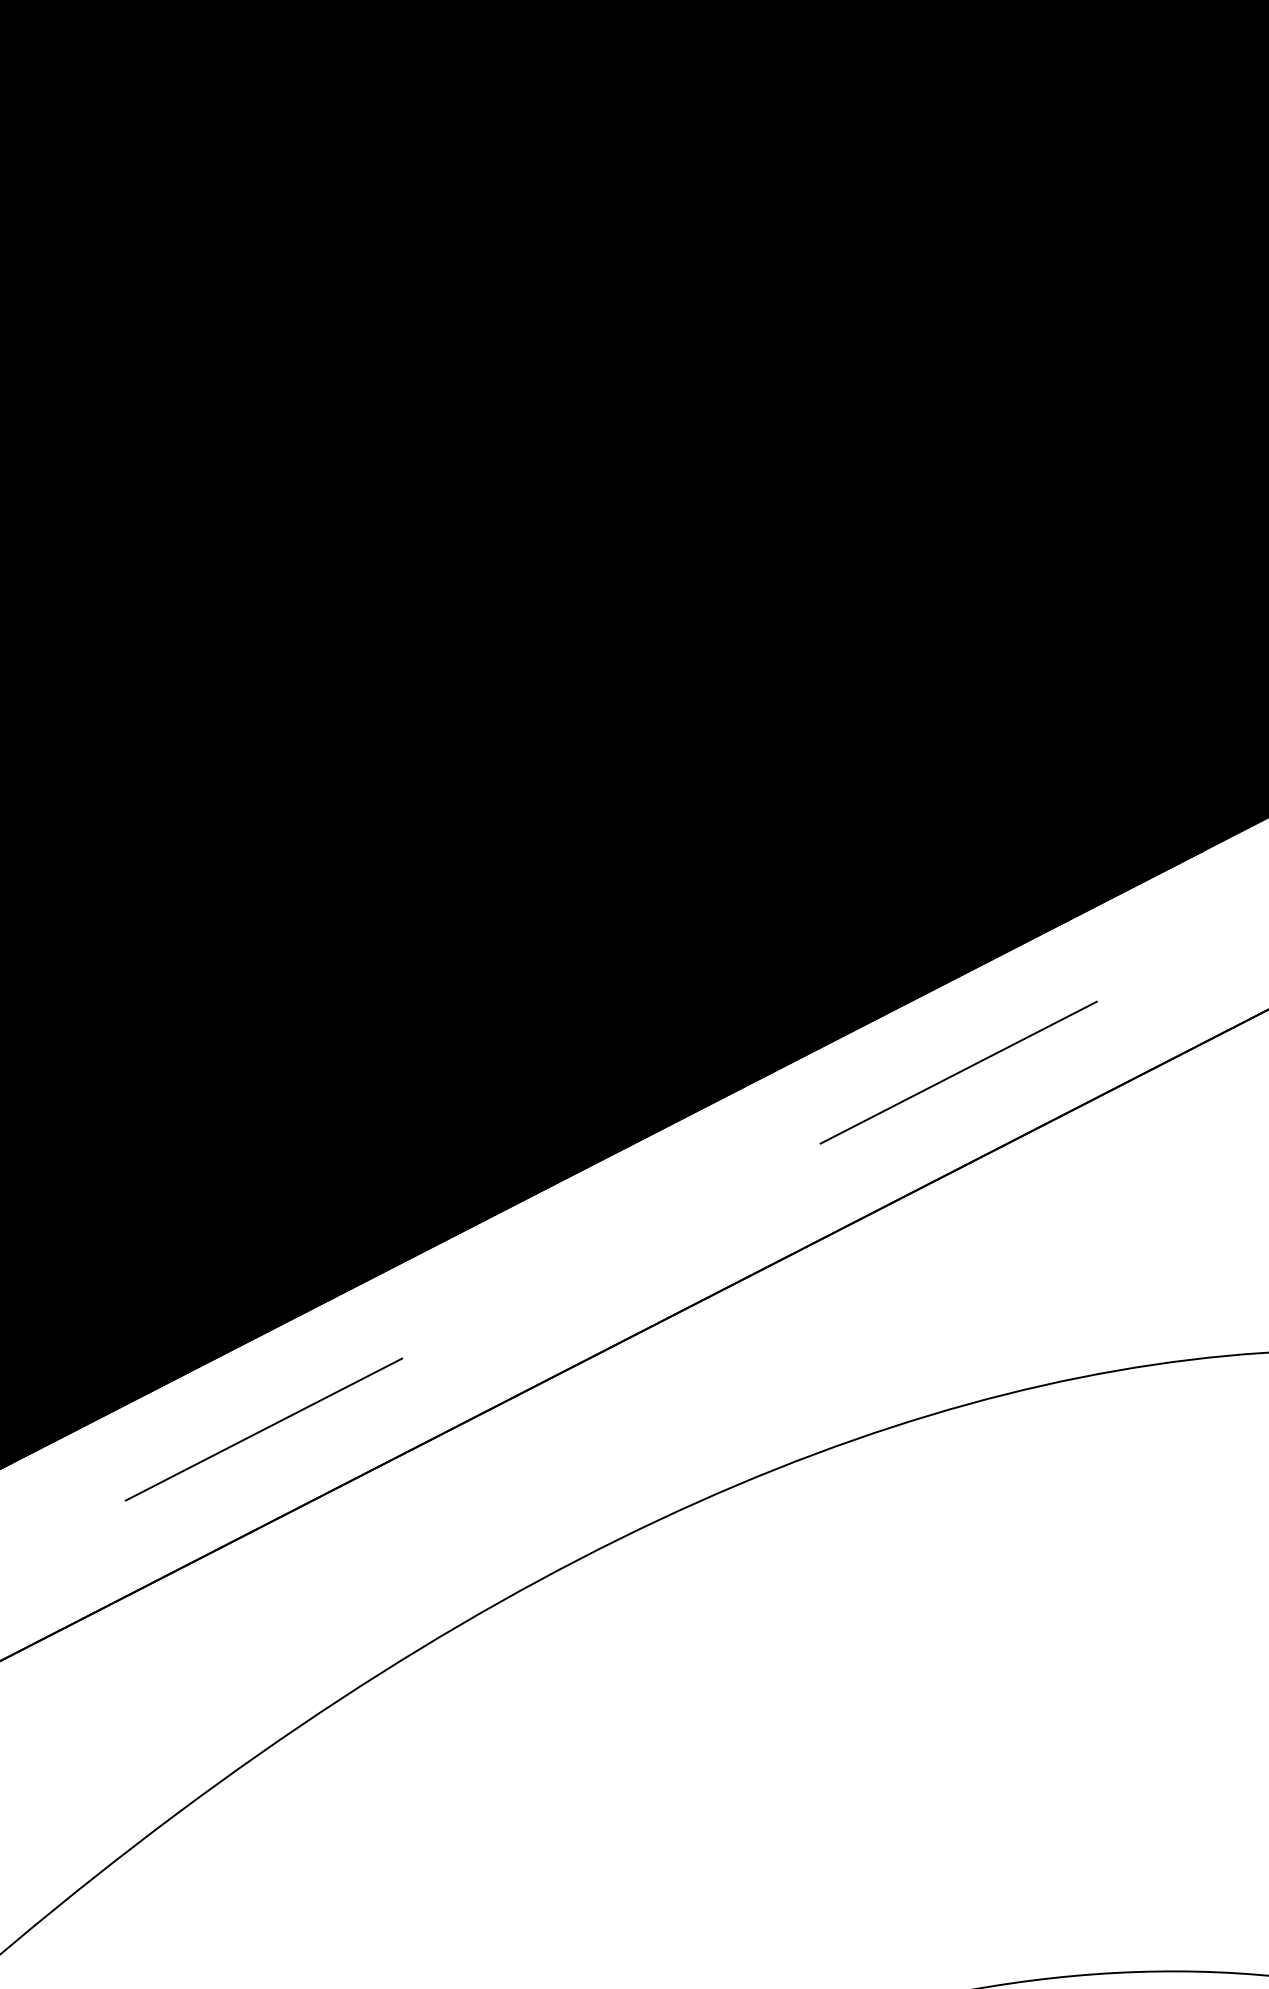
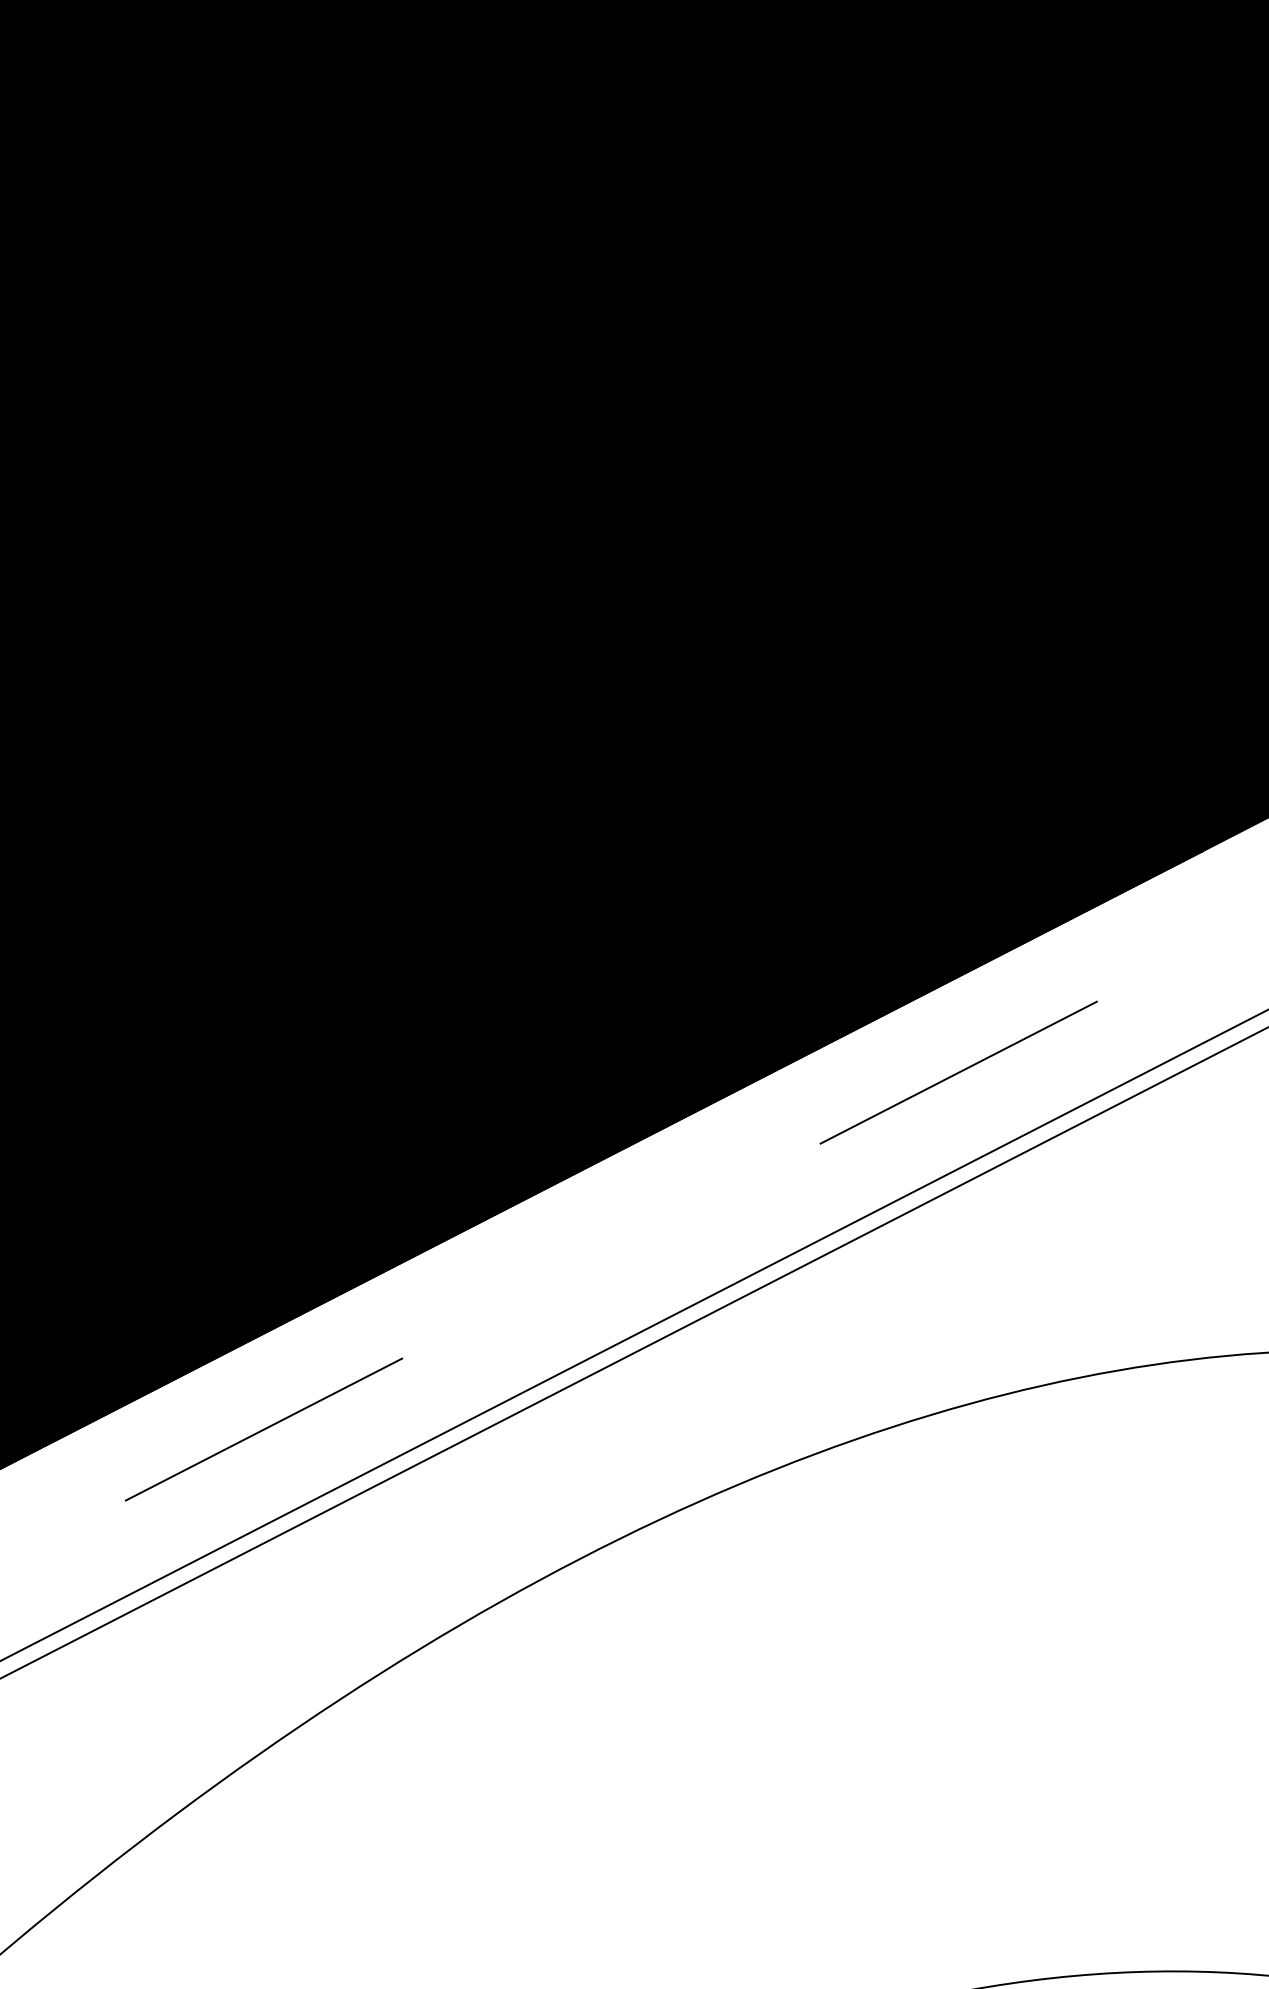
line at (633, 1335) position: (633, 1335) -> (633, 1352)
